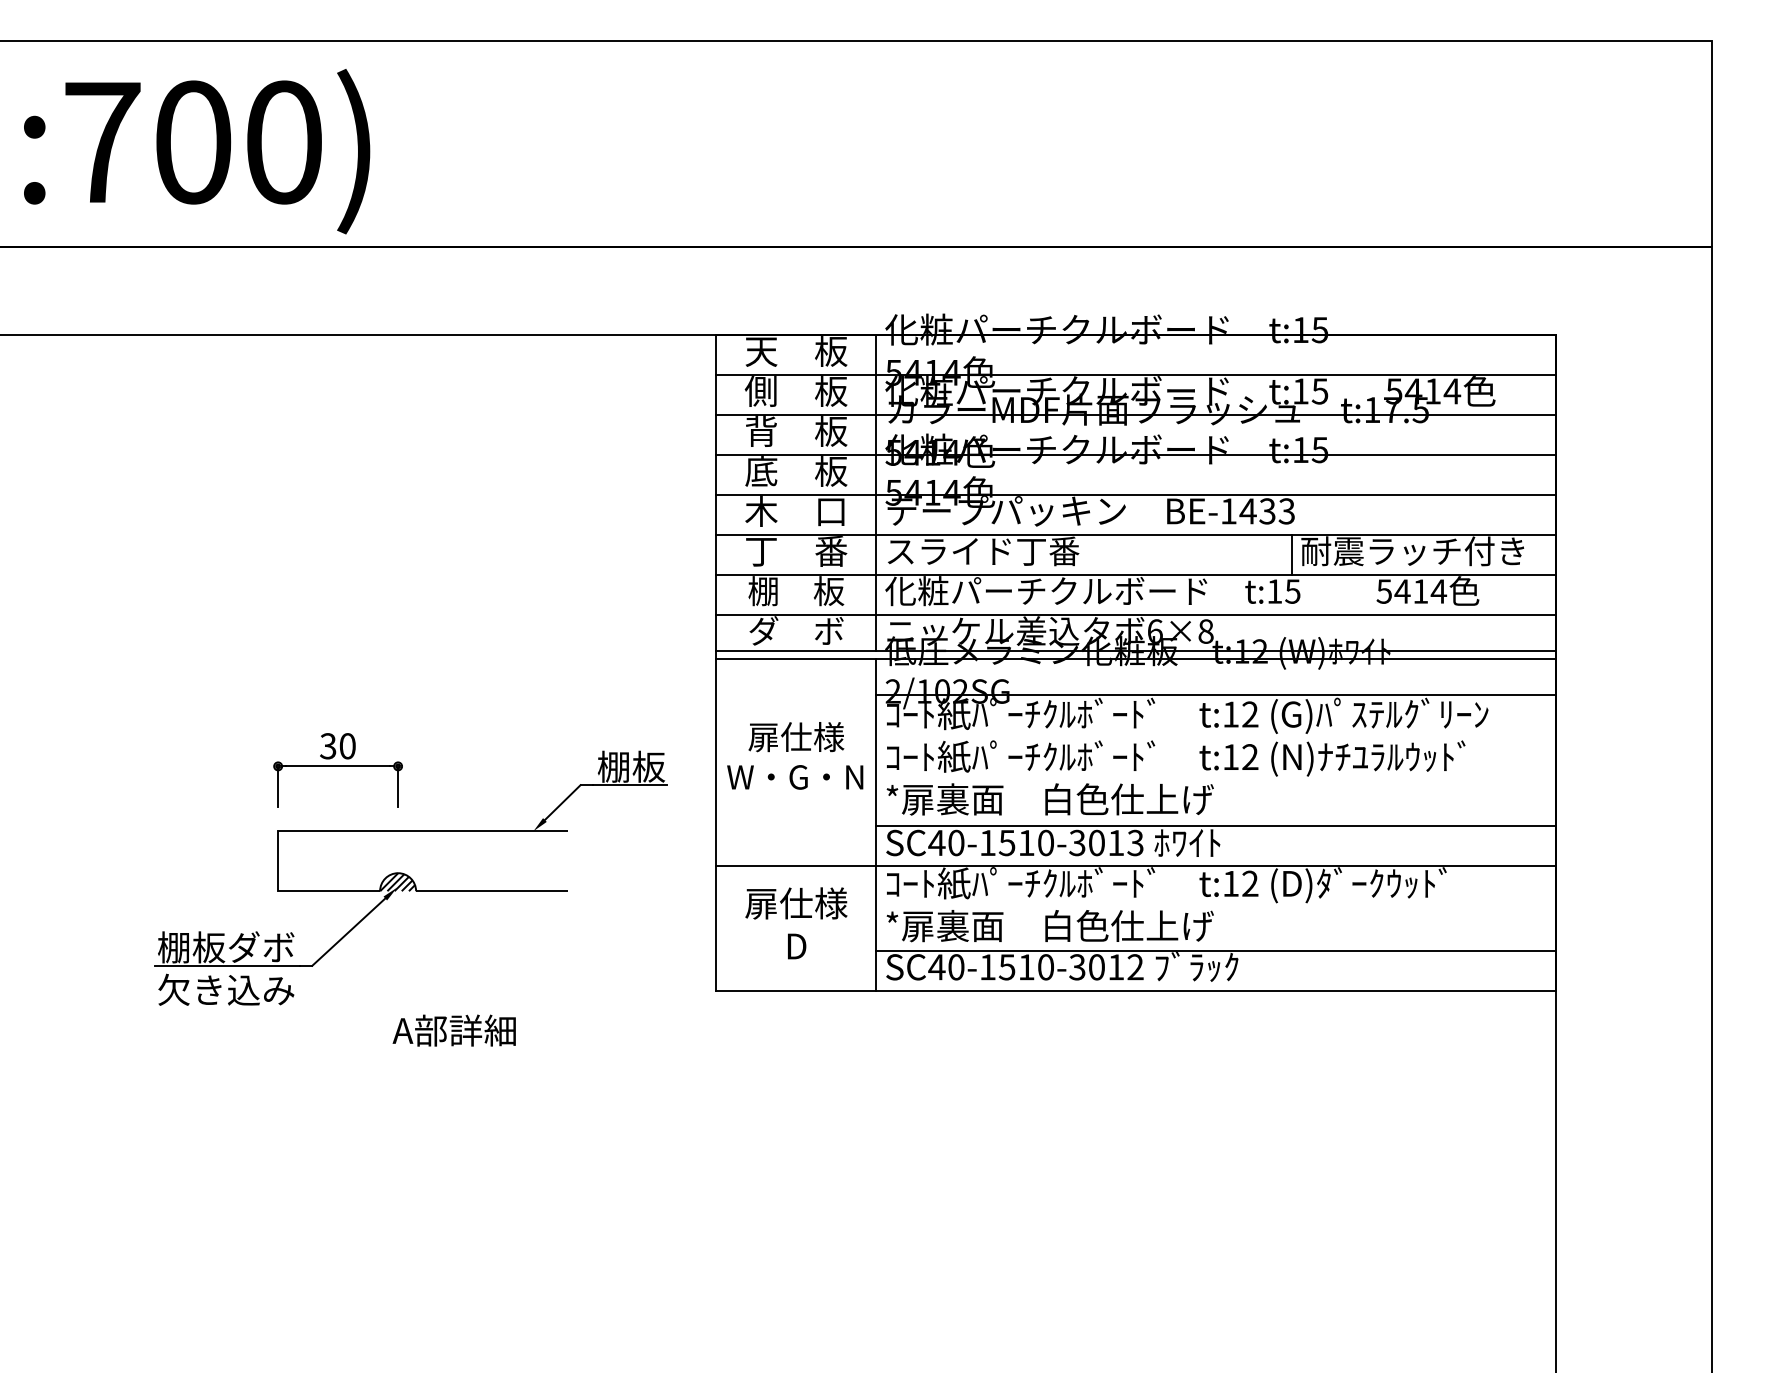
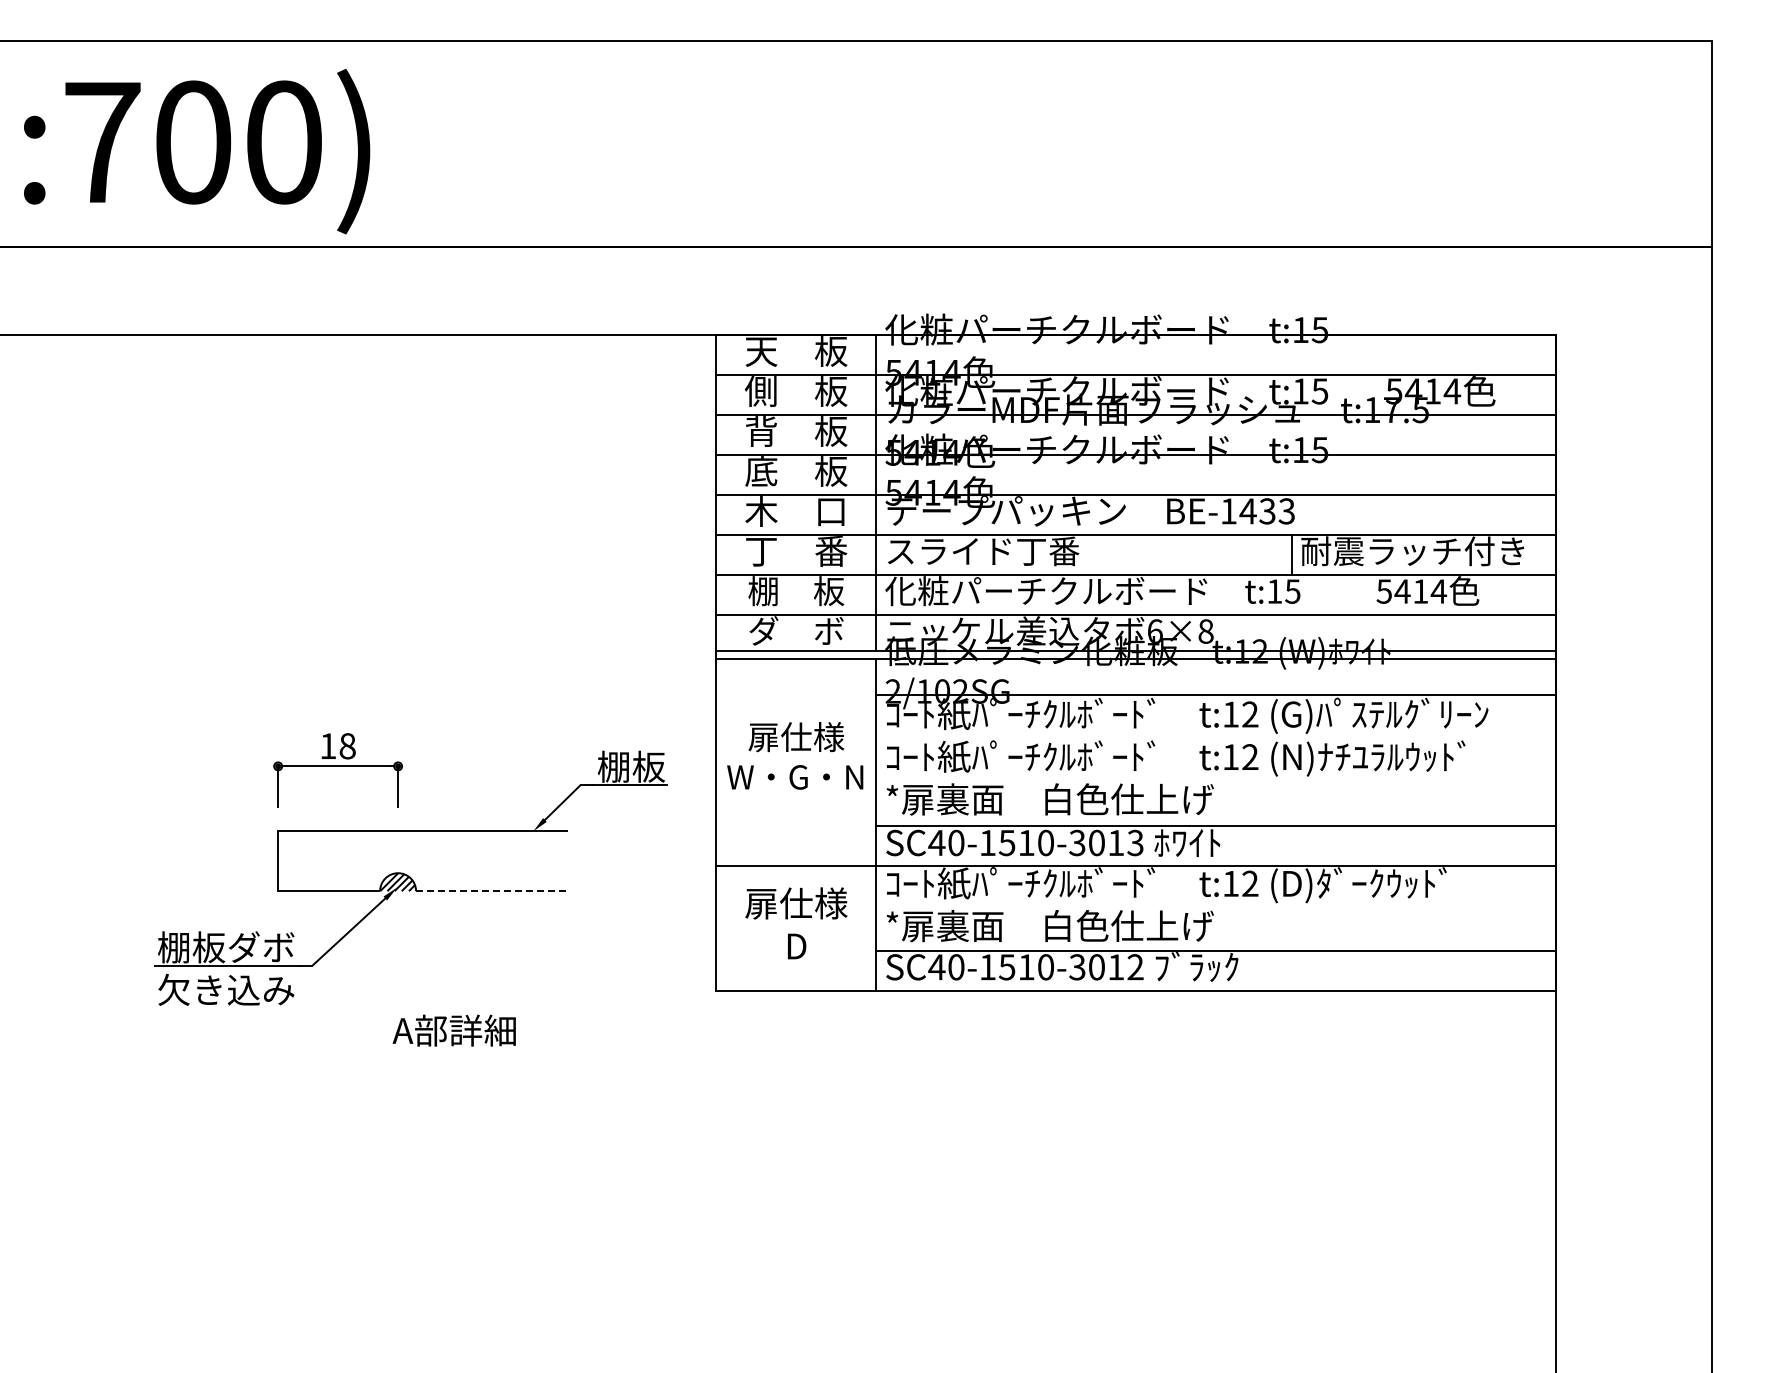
text at (337, 746): 30 -> 18
line at (492, 891): solid -> dashed
